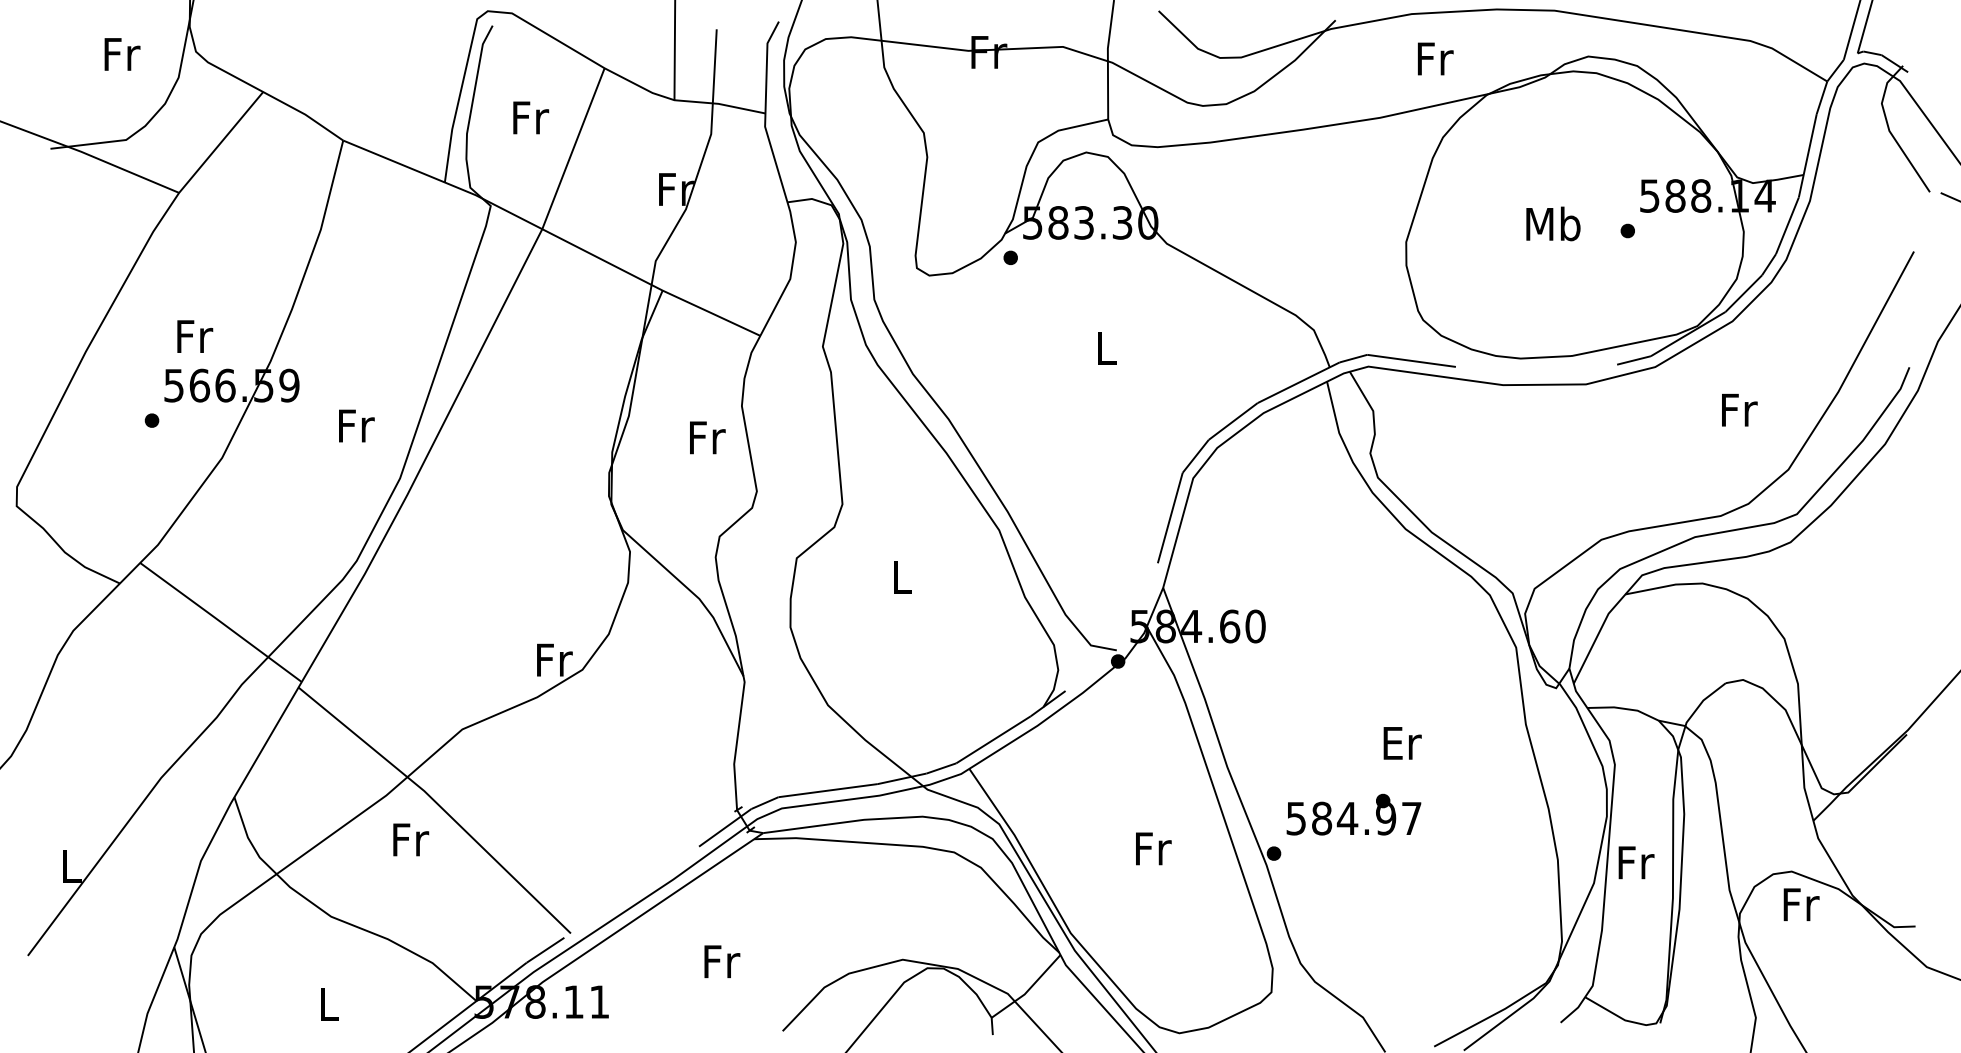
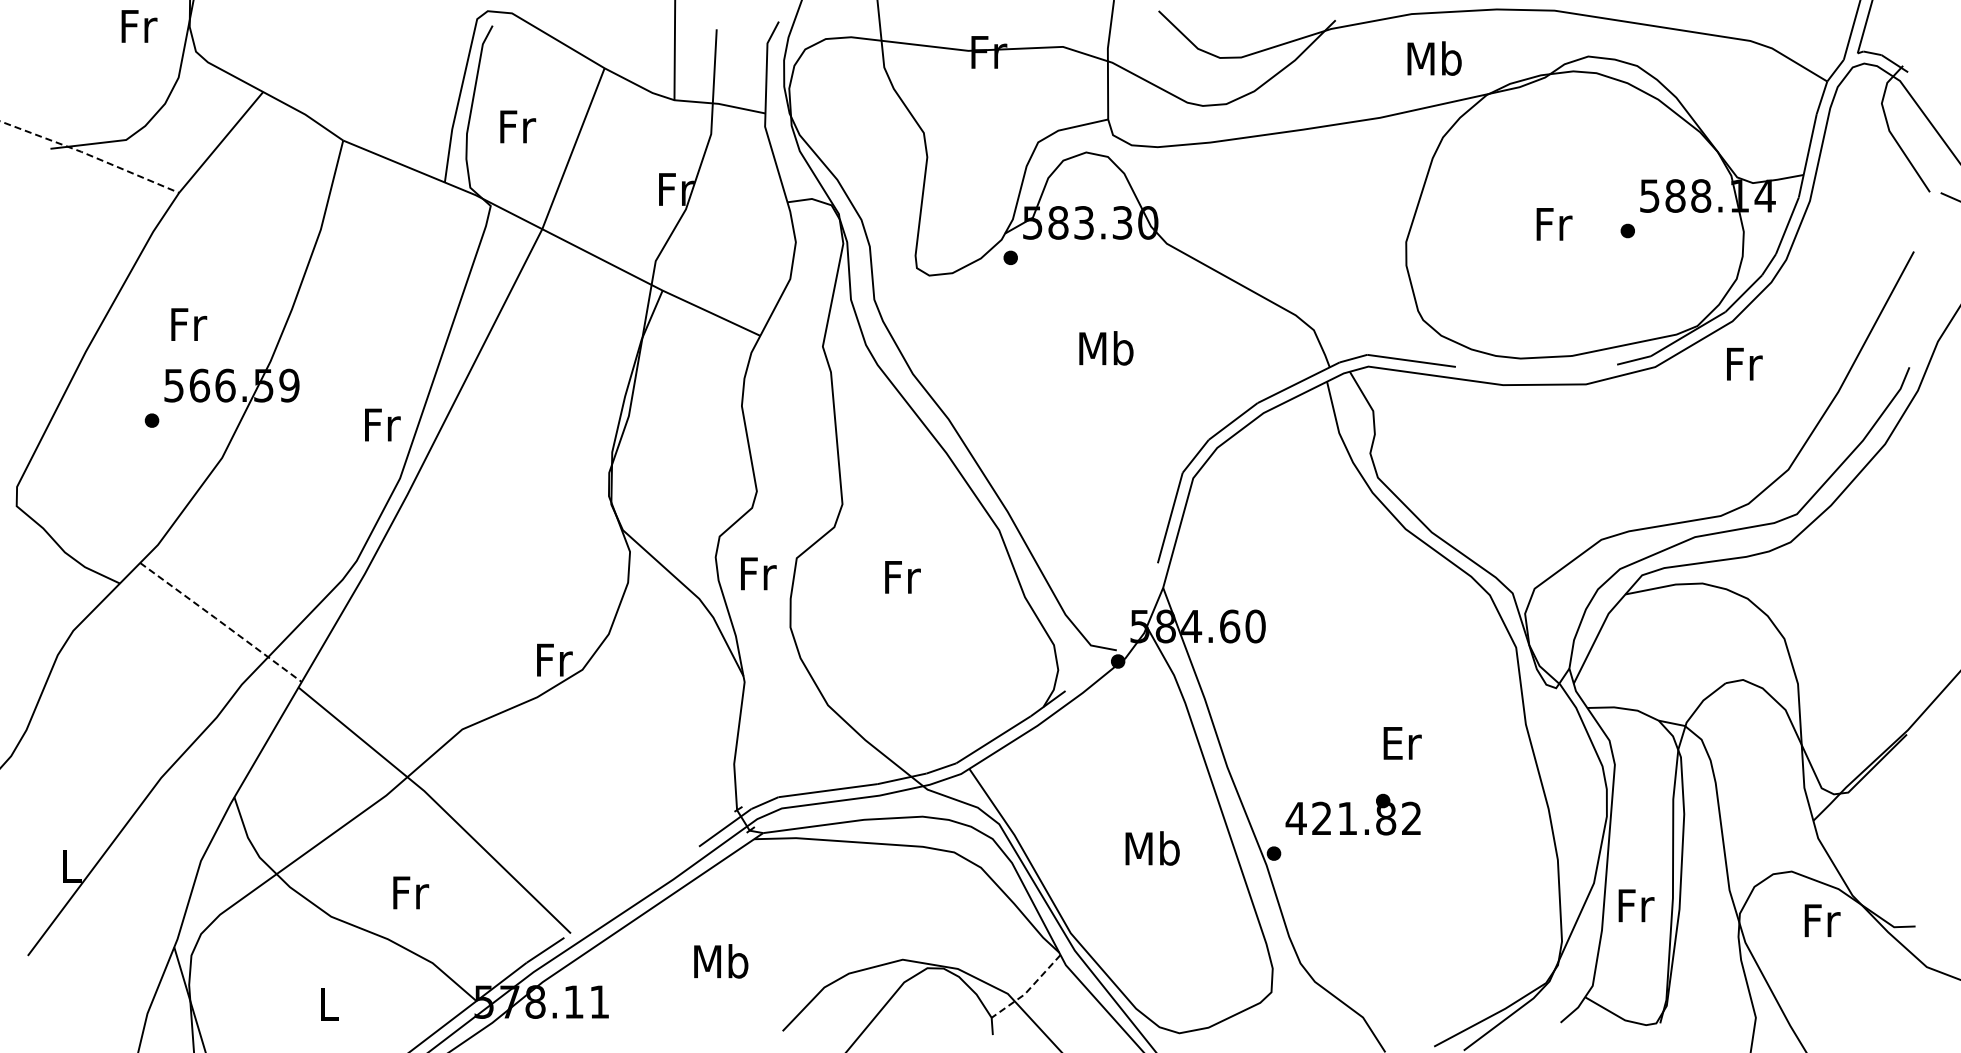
text at (122, 54) position: (122, 54) -> (139, 26)
text at (1434, 58): Fr -> Mb
text at (531, 117) position: (531, 117) -> (518, 126)
line at (89, 155): solid -> dashed
text at (1553, 223): Mb -> Fr
text at (195, 336) position: (195, 336) -> (189, 324)
text at (1106, 348): L -> Mb
text at (1739, 410) position: (1739, 410) -> (1744, 364)
text at (356, 425) position: (356, 425) -> (382, 424)
text at (707, 437) position: (707, 437) -> (758, 573)
text at (902, 577): L -> Fr
line at (221, 622): solid -> dashed
text at (1353, 818): 584.97 -> 421.82
text at (411, 839) position: (411, 839) -> (411, 892)
text at (1152, 848): Fr -> Mb
text at (1636, 862) position: (1636, 862) -> (1636, 905)
text at (1801, 904) position: (1801, 904) -> (1822, 920)
text at (721, 961): Fr -> Mb
line at (1028, 990): solid -> dashed
